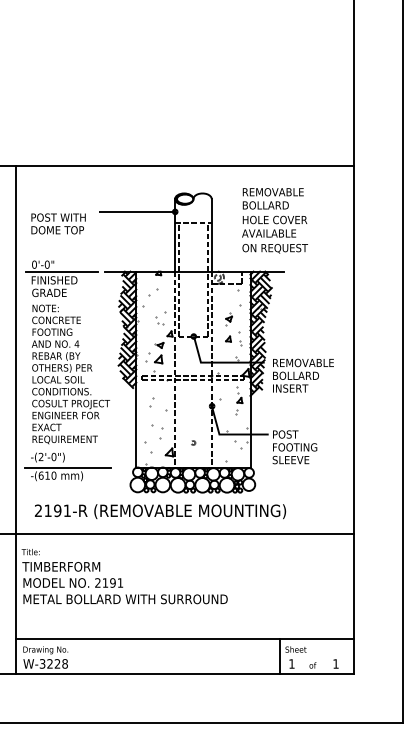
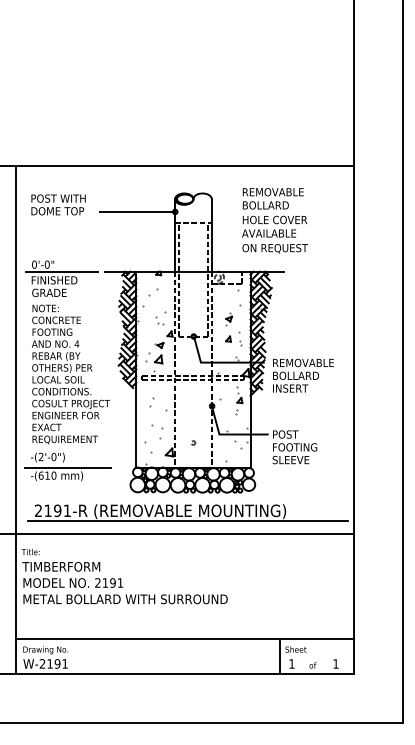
text at (58, 223) position: (58, 223) -> (58, 204)
line at (187, 521): none -> present
text at (53, 663): W-3228 -> W-2191
